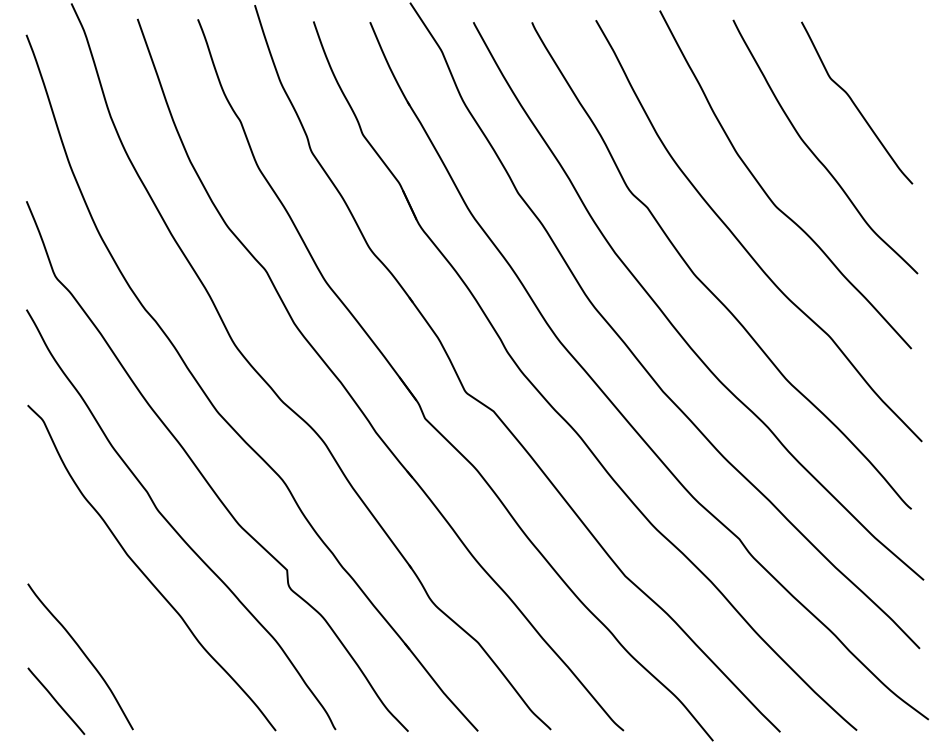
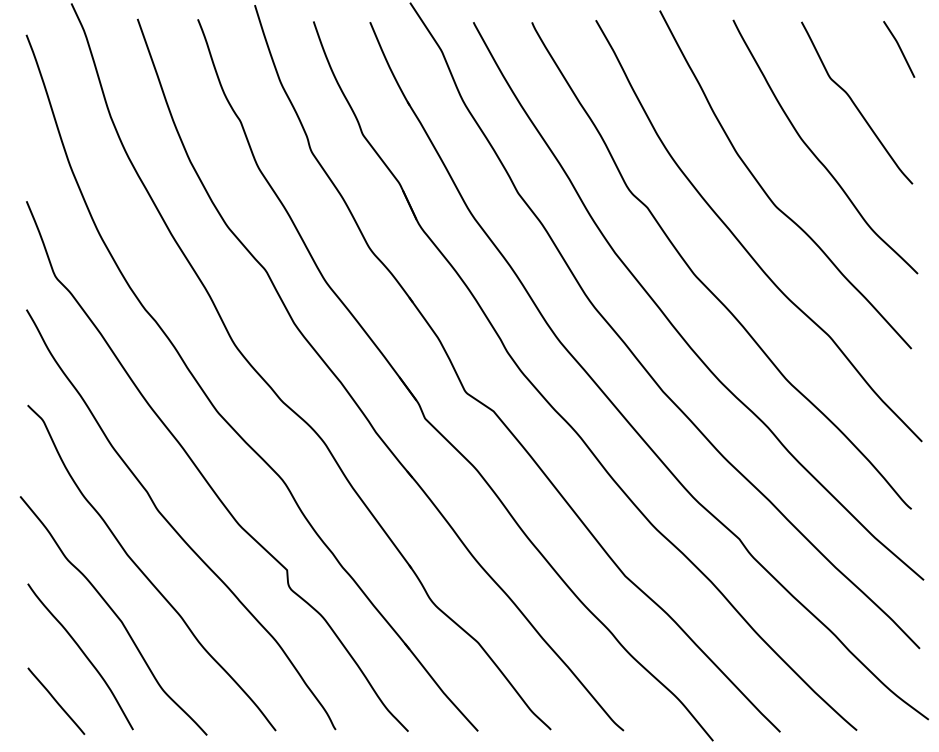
curve at (899, 49): none -> present
curve at (114, 614): none -> present
